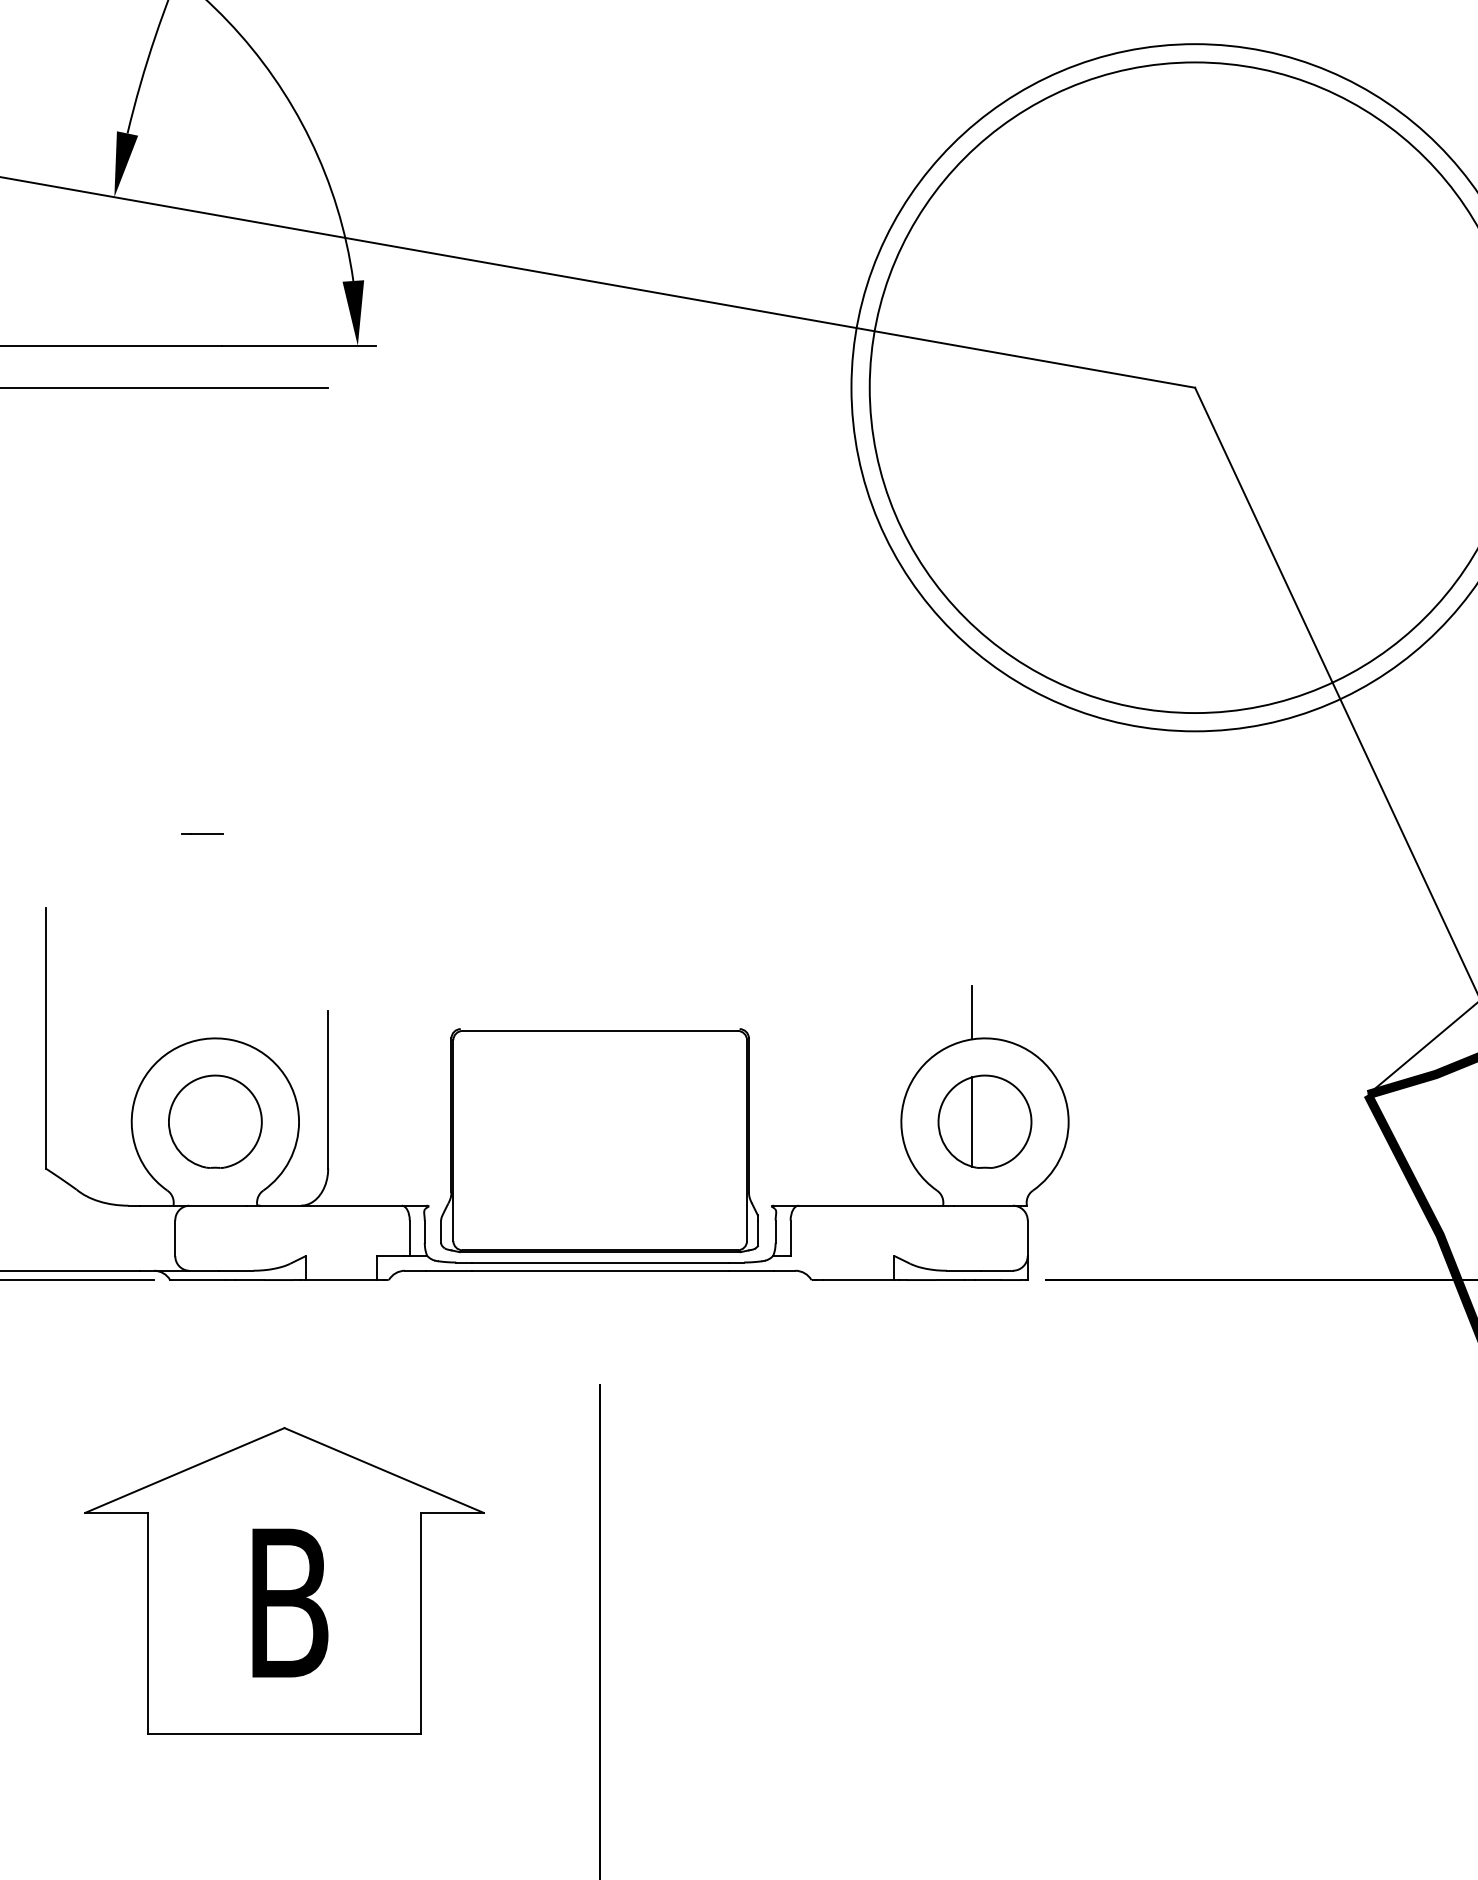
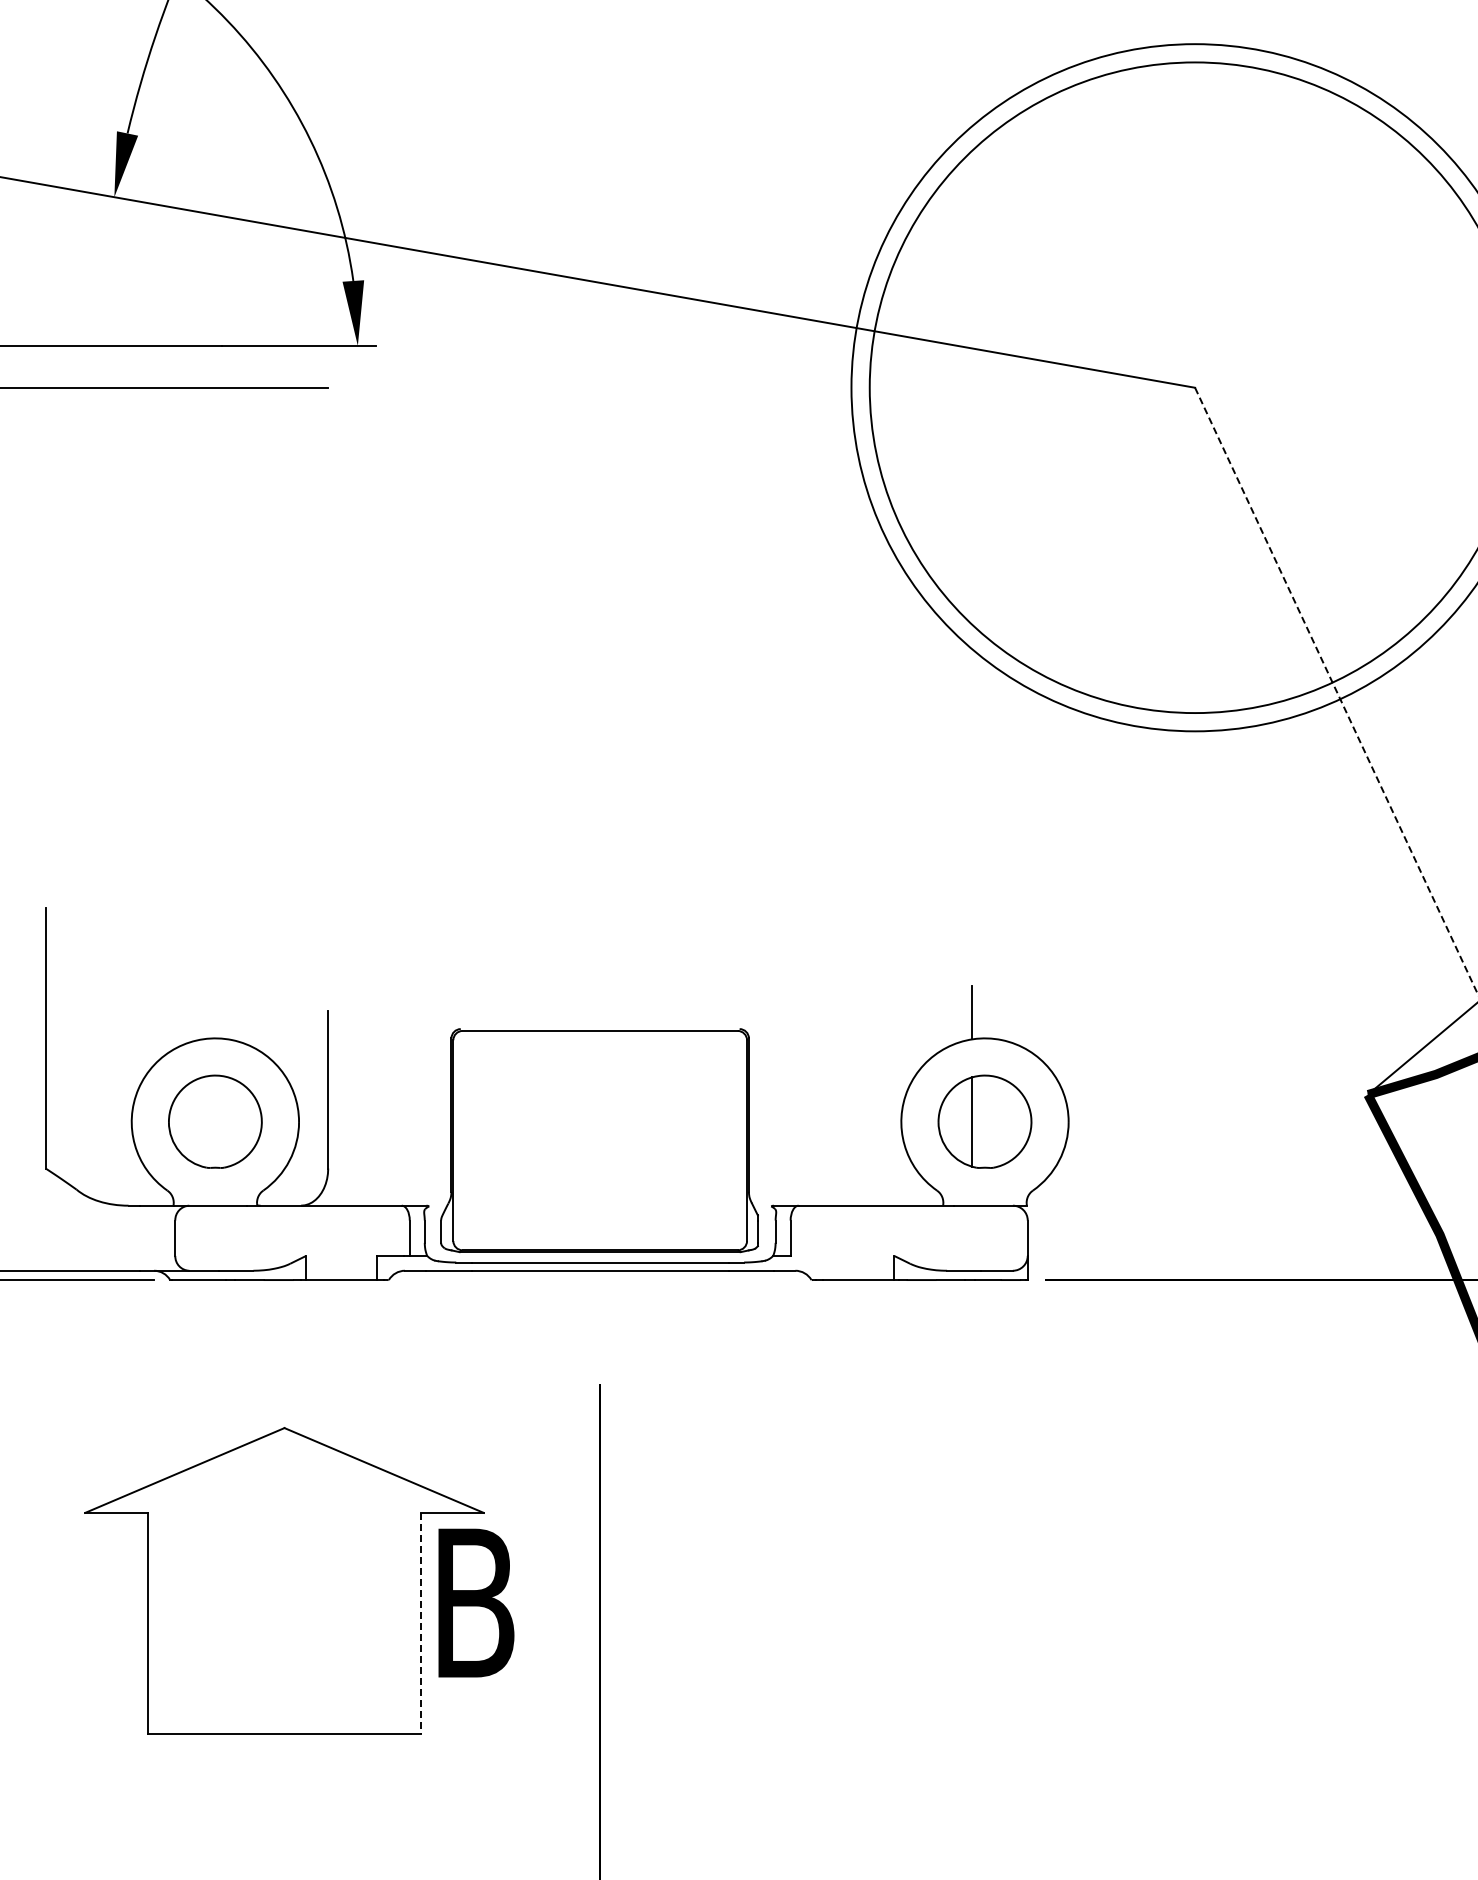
line at (1336, 691): solid -> dashed
line at (202, 833): present -> none
text at (290, 1602) position: (290, 1602) -> (476, 1602)
line at (421, 1623): solid -> dashed
